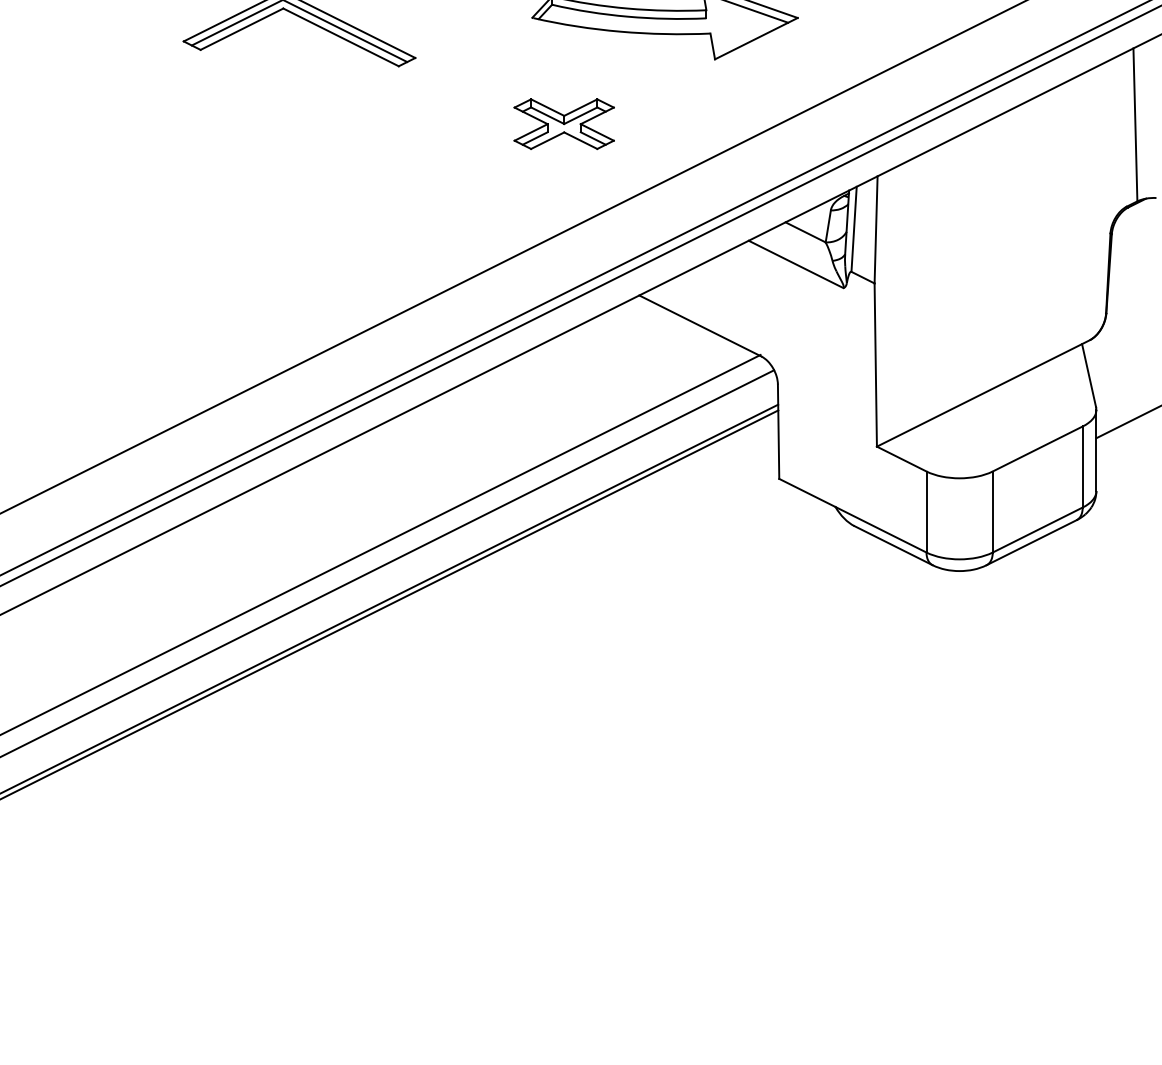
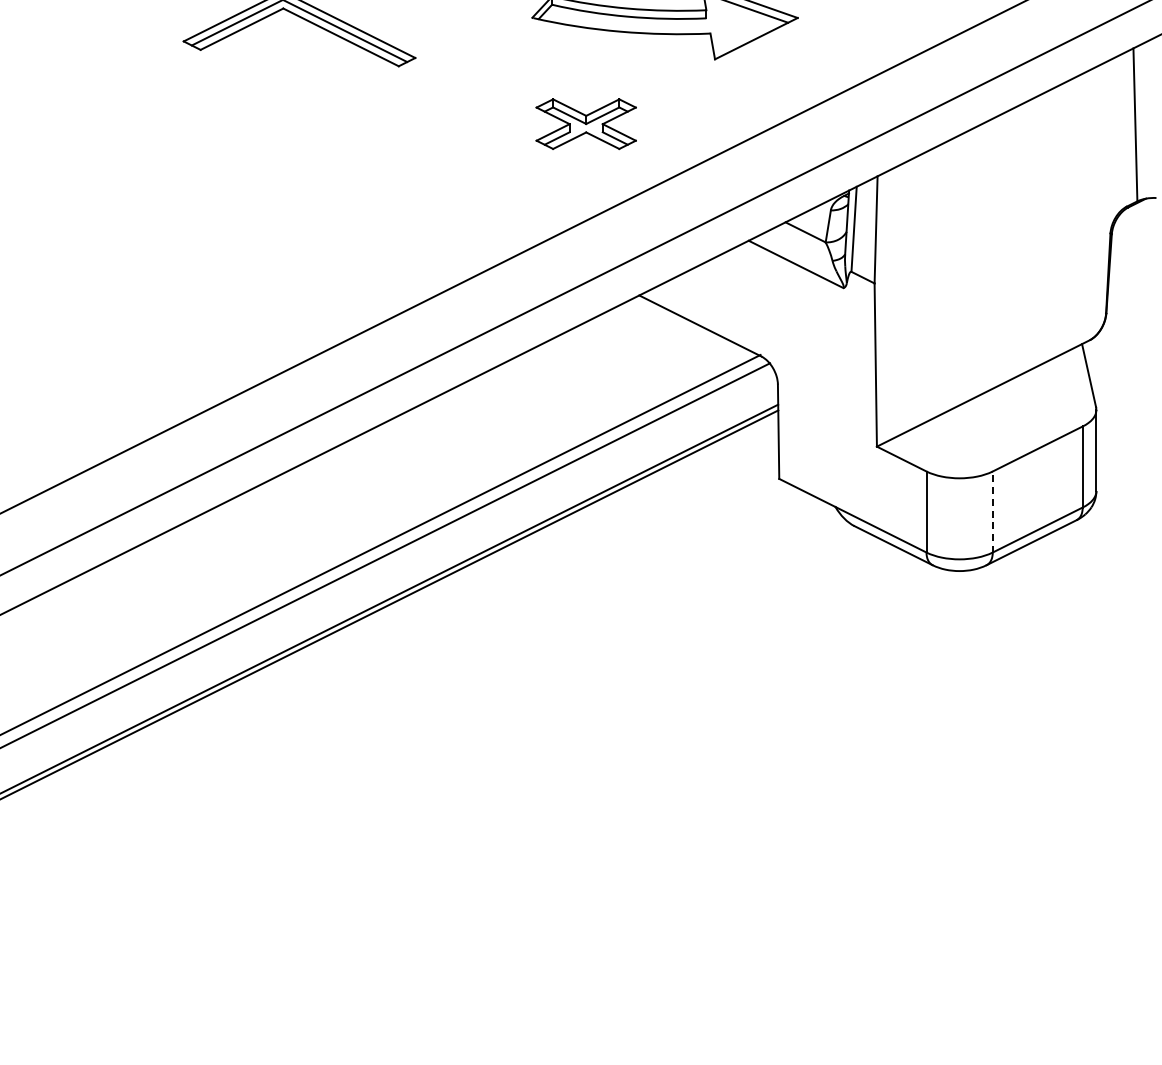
part at (563, 124) position: (563, 124) -> (585, 124)
line at (580, 296): present -> none
line at (1127, 422): present -> none
line at (992, 512): solid -> dashed
line at (388, 563) position: (388, 563) -> (386, 555)
